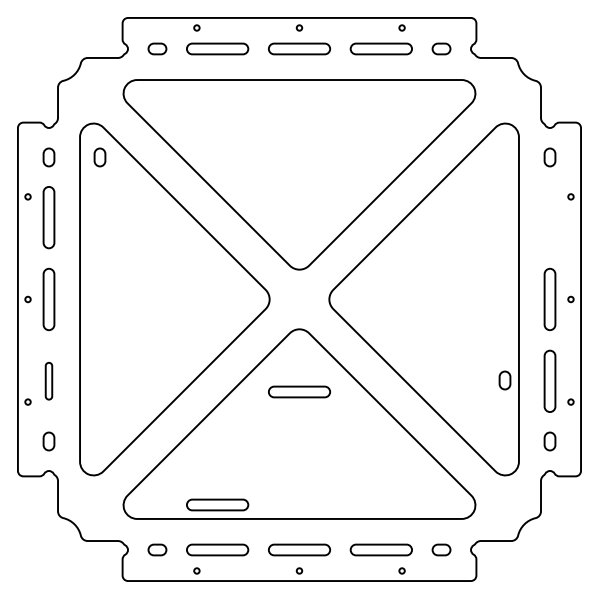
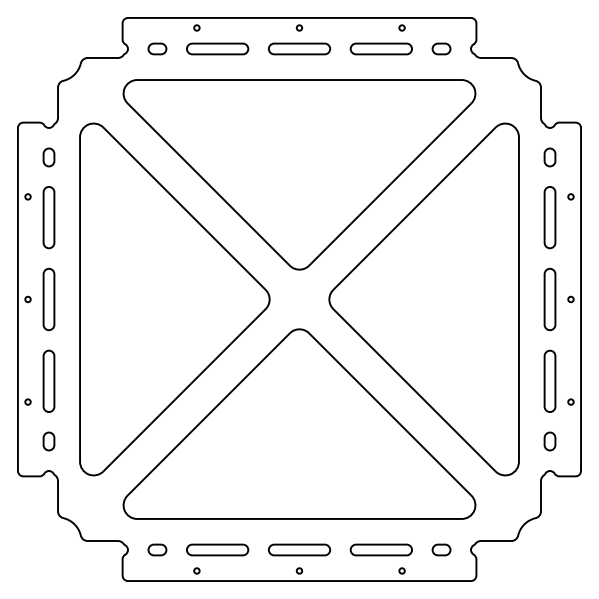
part at (99, 157): present -> none
part at (549, 217): none -> present
part at (504, 380): present -> none
part at (48, 381) size: 10x39 px -> 14x64 px
part at (299, 391): present -> none
part at (217, 504): present -> none
